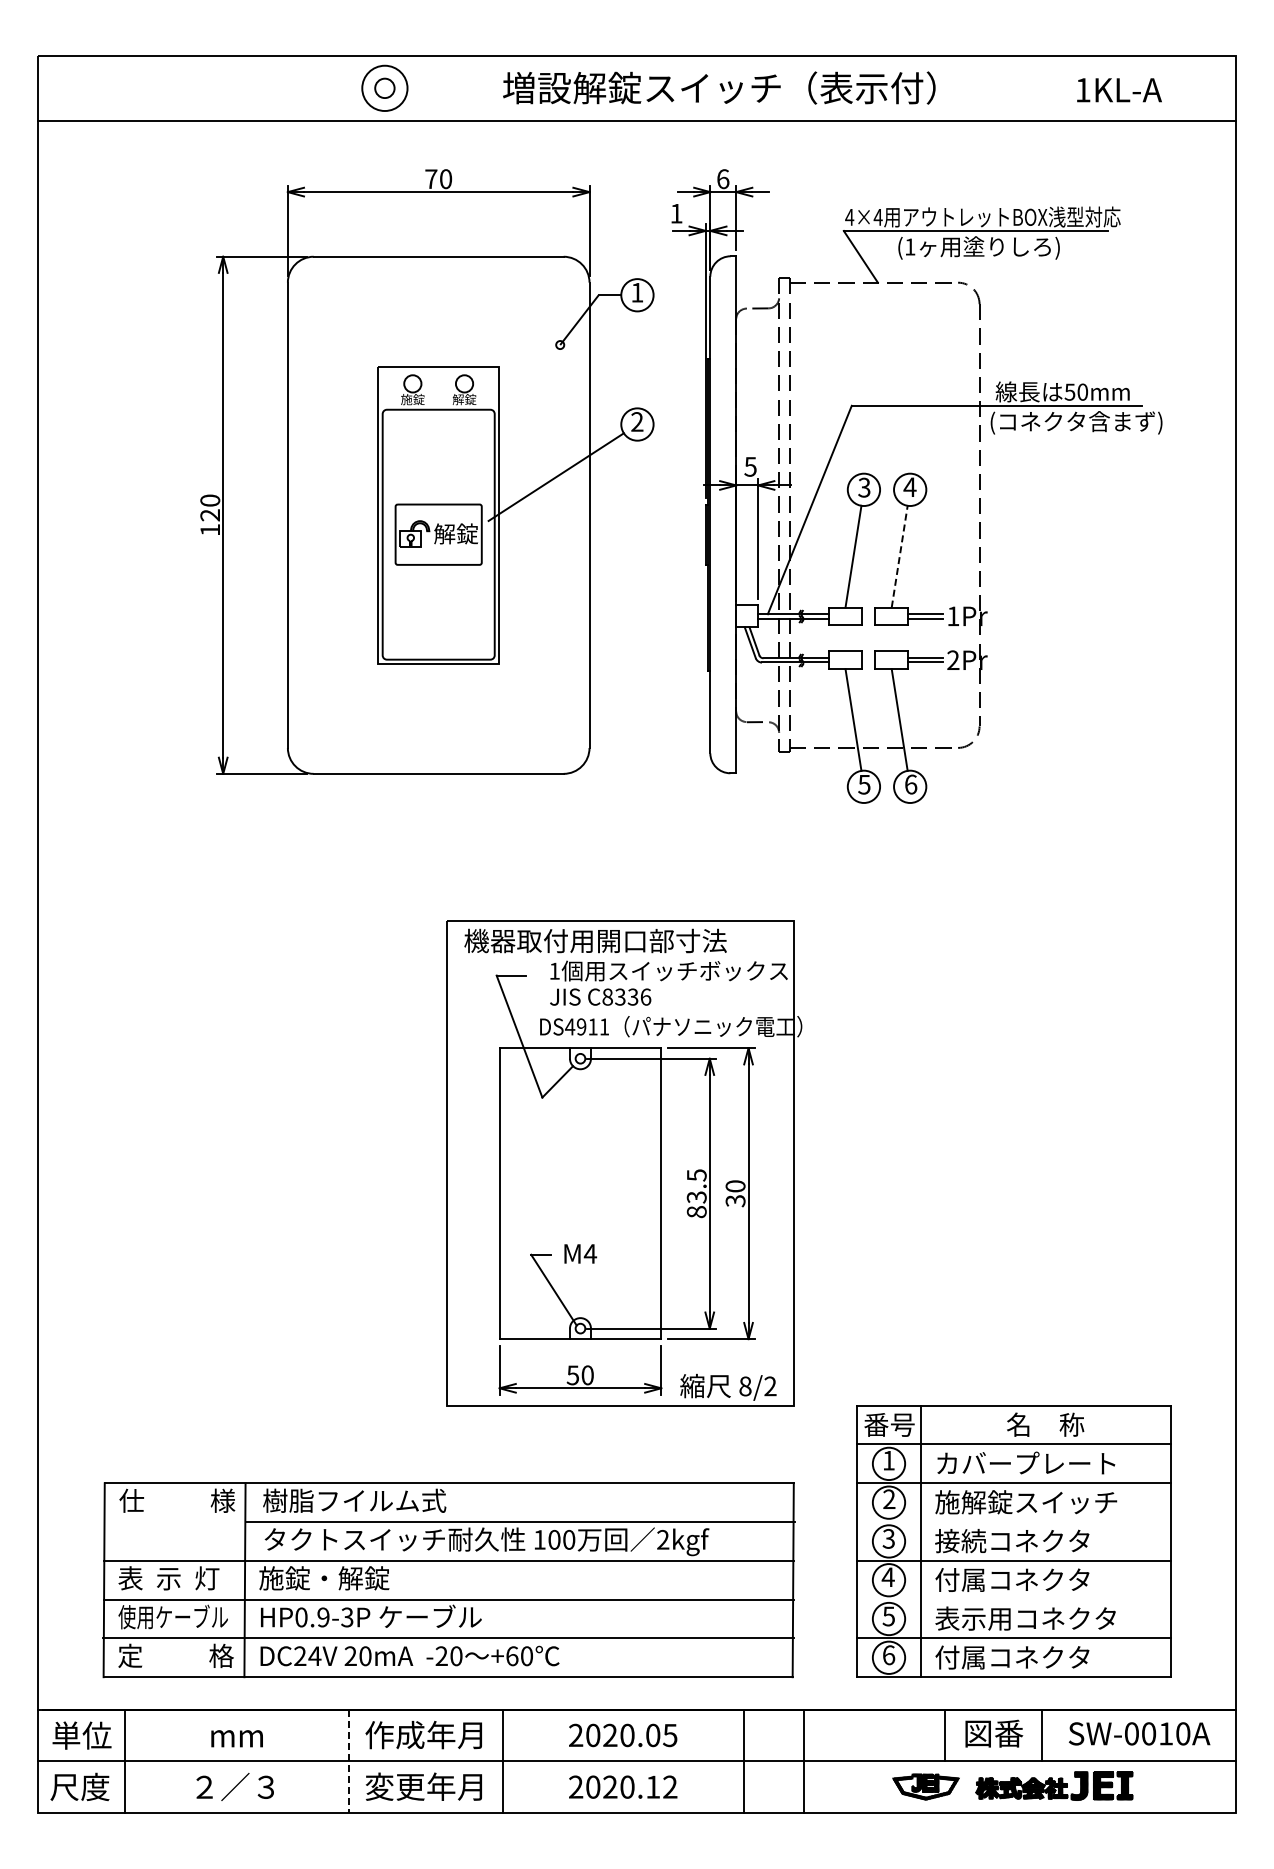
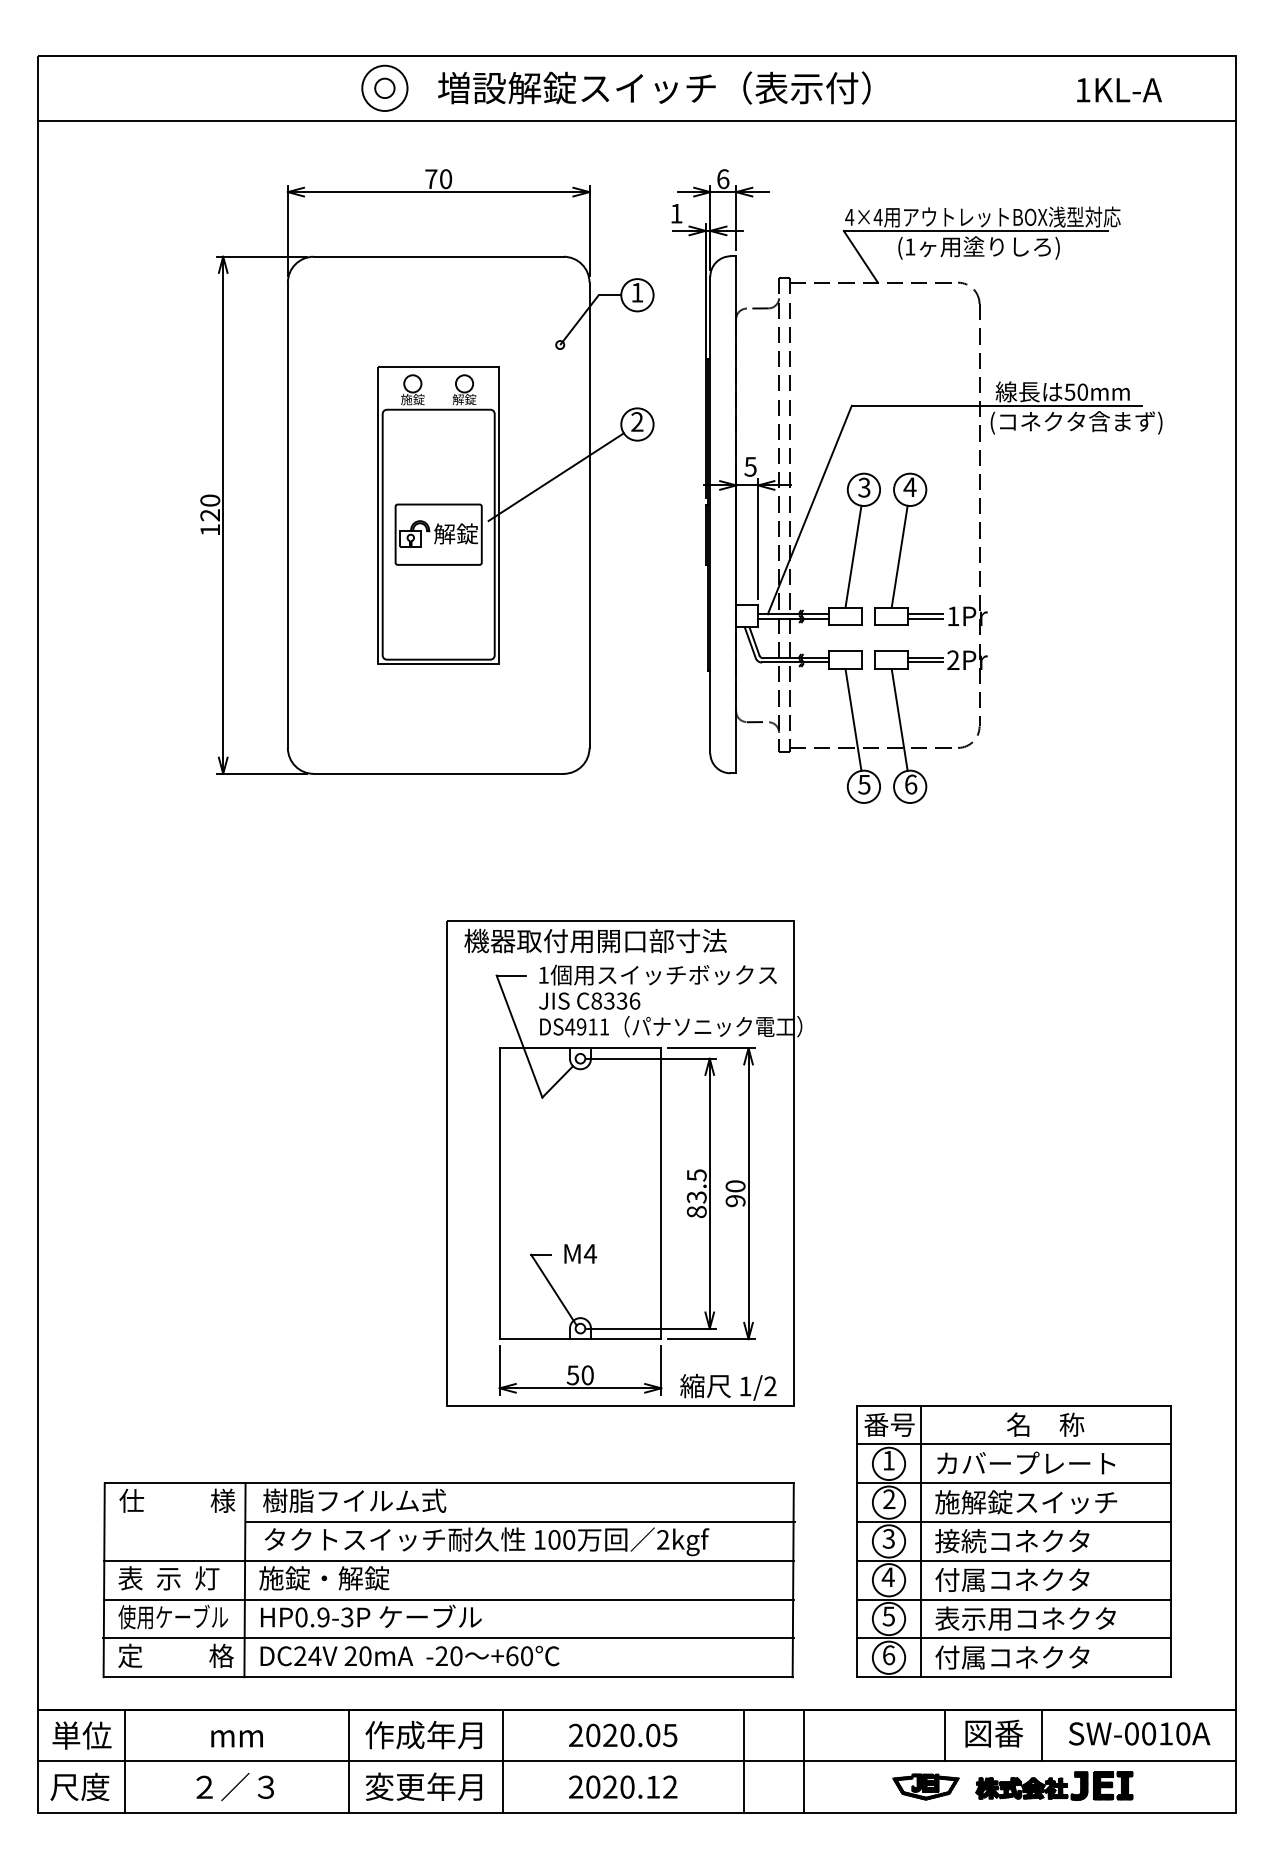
text at (719, 87) position: (719, 87) -> (654, 87)
line at (899, 556): dashed -> solid
text at (668, 982) position: (668, 982) -> (657, 986)
text at (735, 1201): 30 -> 90
text at (745, 1386): 8/2 -> 1/2
line at (1013, 1522): none -> present
line at (1013, 1599): none -> present
line at (348, 1761): dashed -> solid
